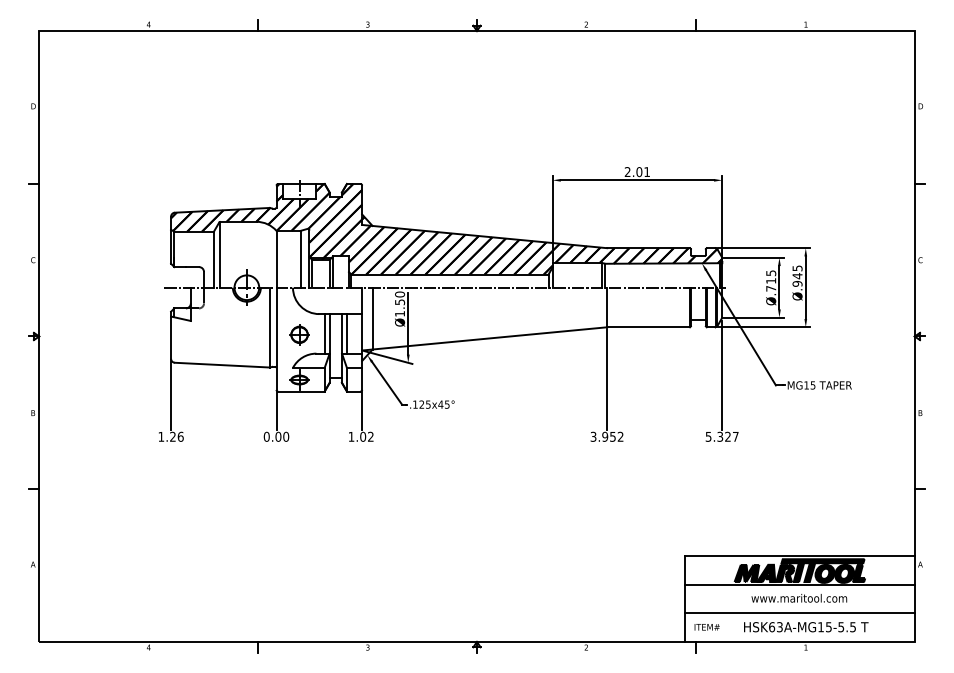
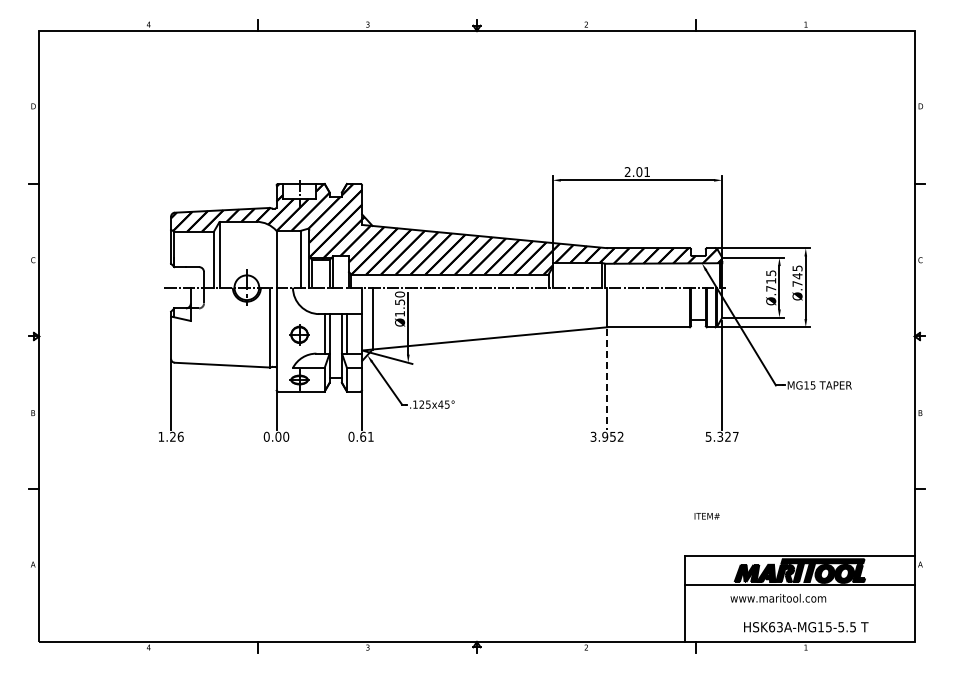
text at (797, 283): Ø.945 -> Ø.745
line at (607, 380): solid -> dashed
text at (360, 436): 1.02 -> 0.61
text at (799, 598) position: (799, 598) -> (778, 598)
line at (799, 613): present -> none
text at (706, 627) position: (706, 627) -> (706, 516)
